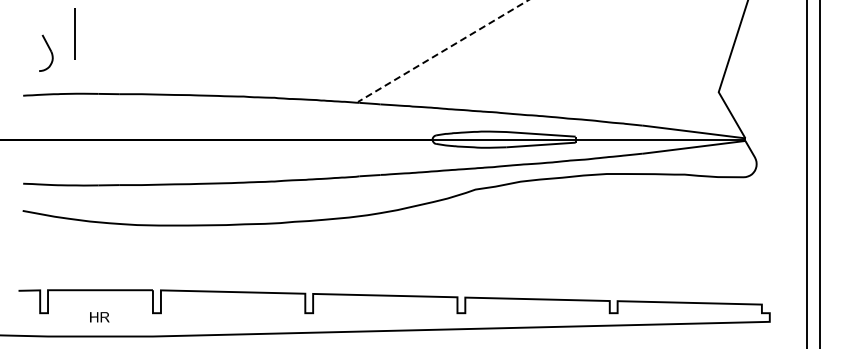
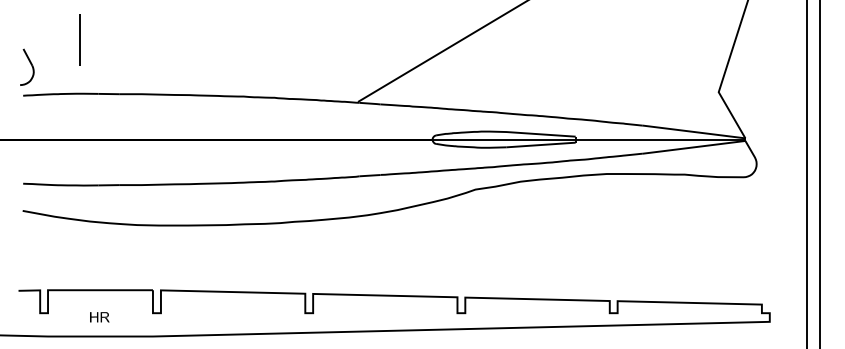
line at (74, 33) position: (74, 33) -> (79, 39)
line at (442, 51): dashed -> solid
part at (46, 52) position: (46, 52) -> (27, 66)
